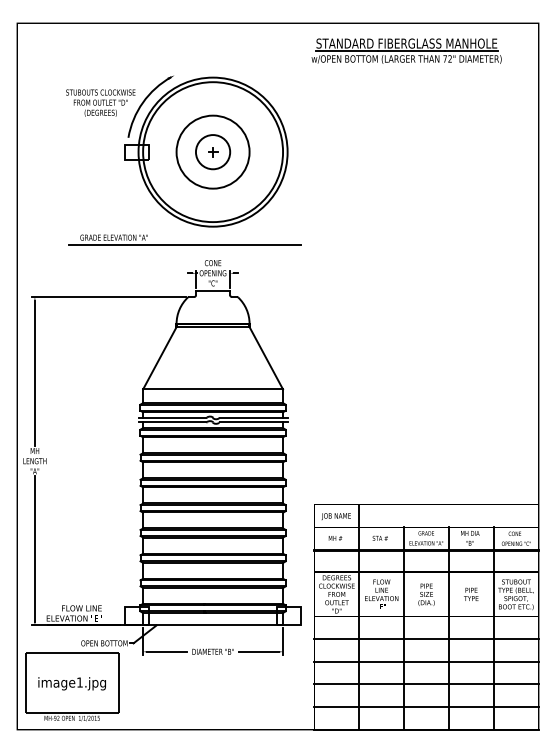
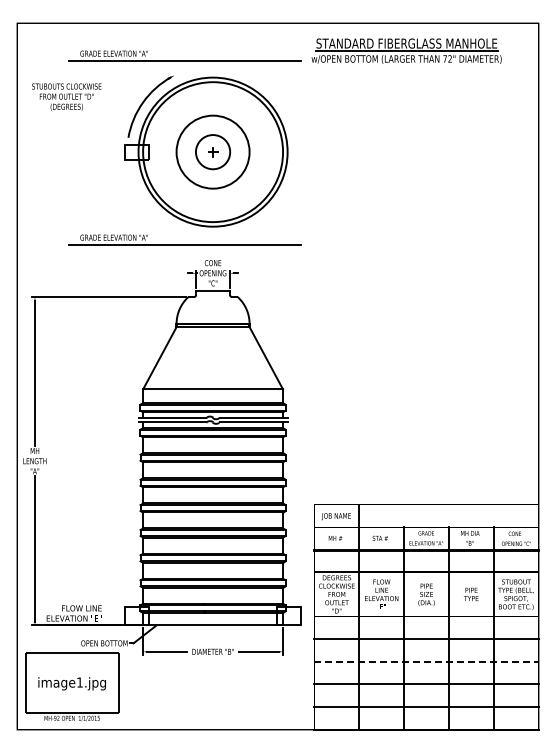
part at (184, 55): none -> present
text at (100, 102) position: (100, 102) -> (66, 96)
line at (427, 661): solid -> dashed
